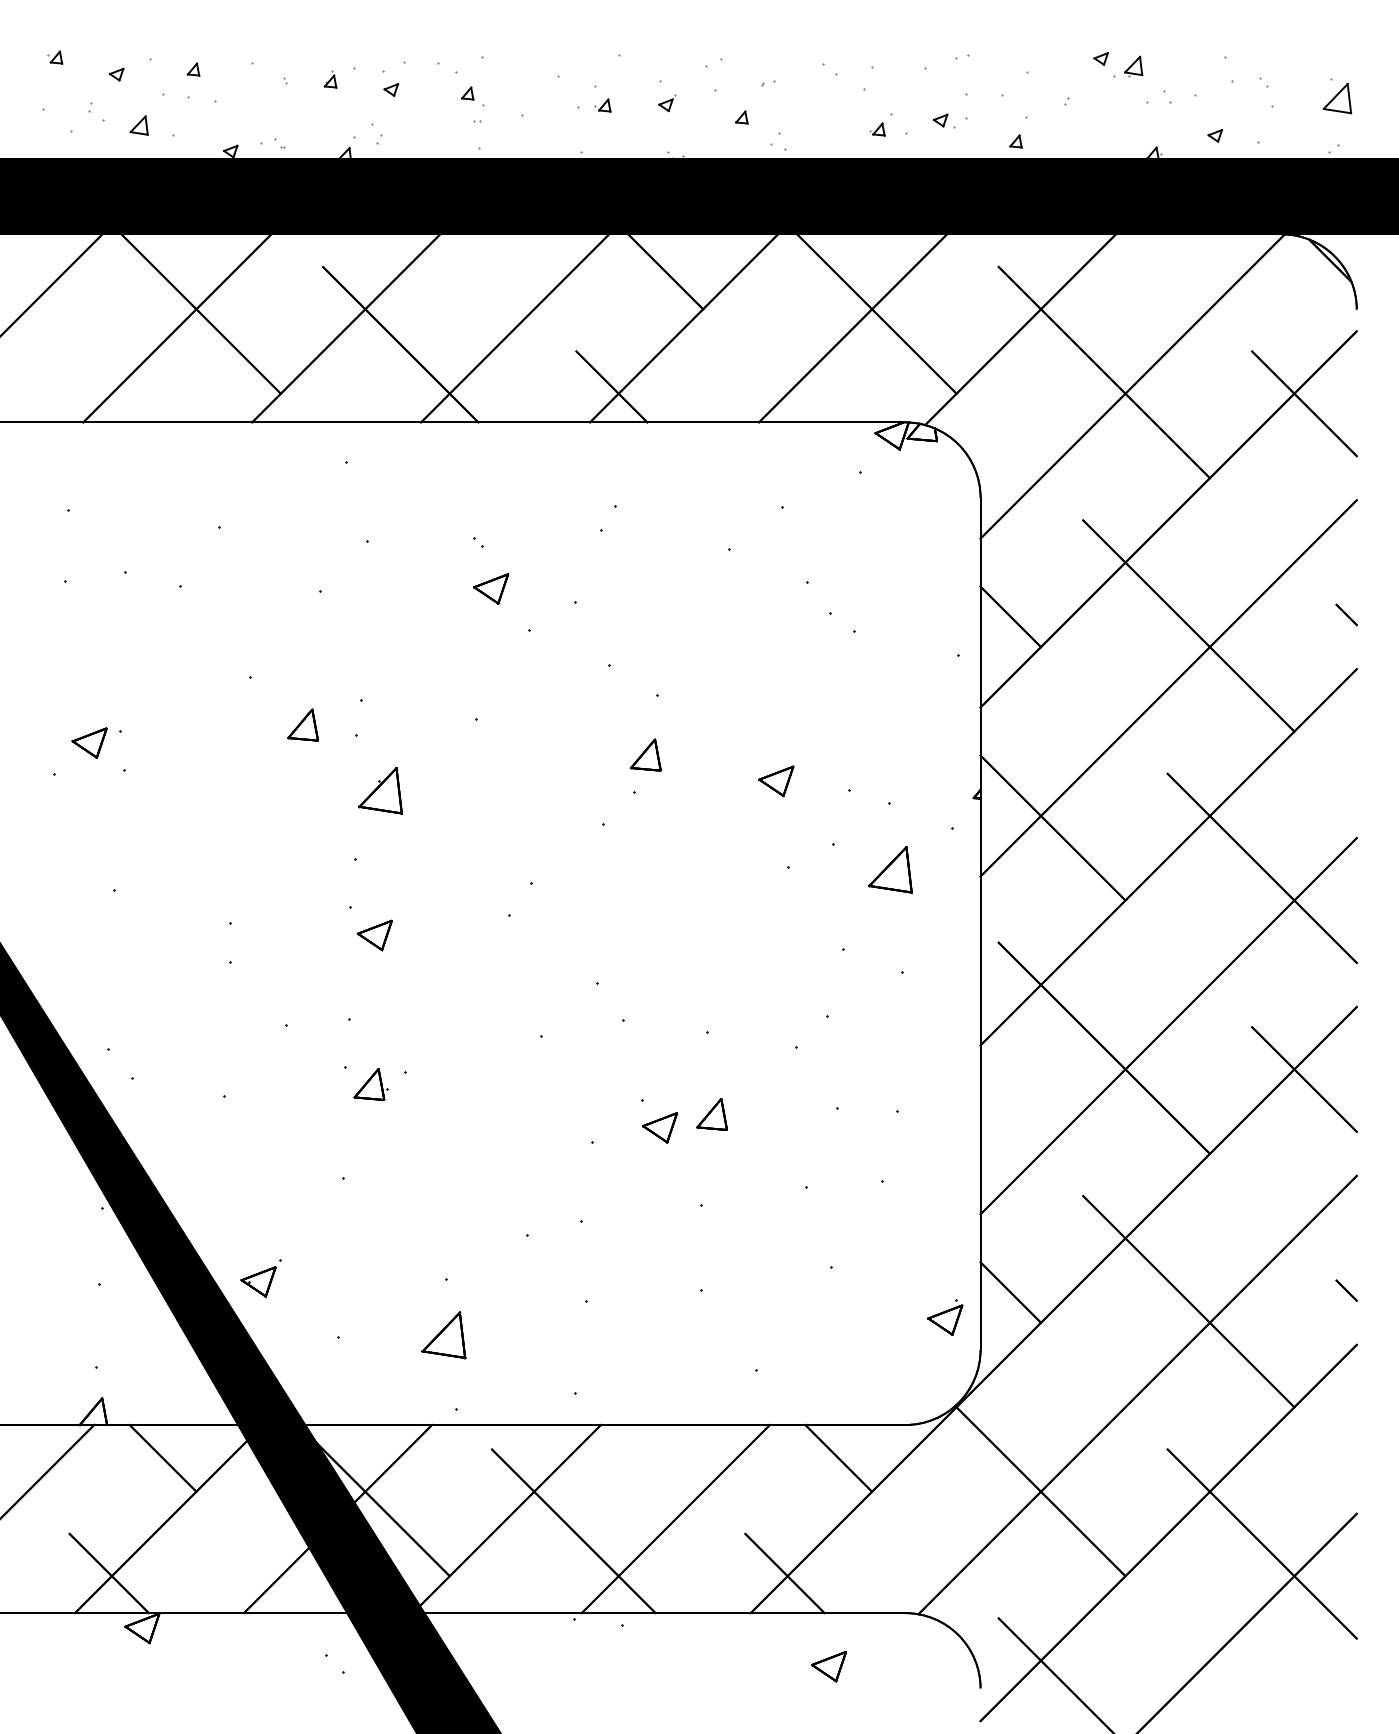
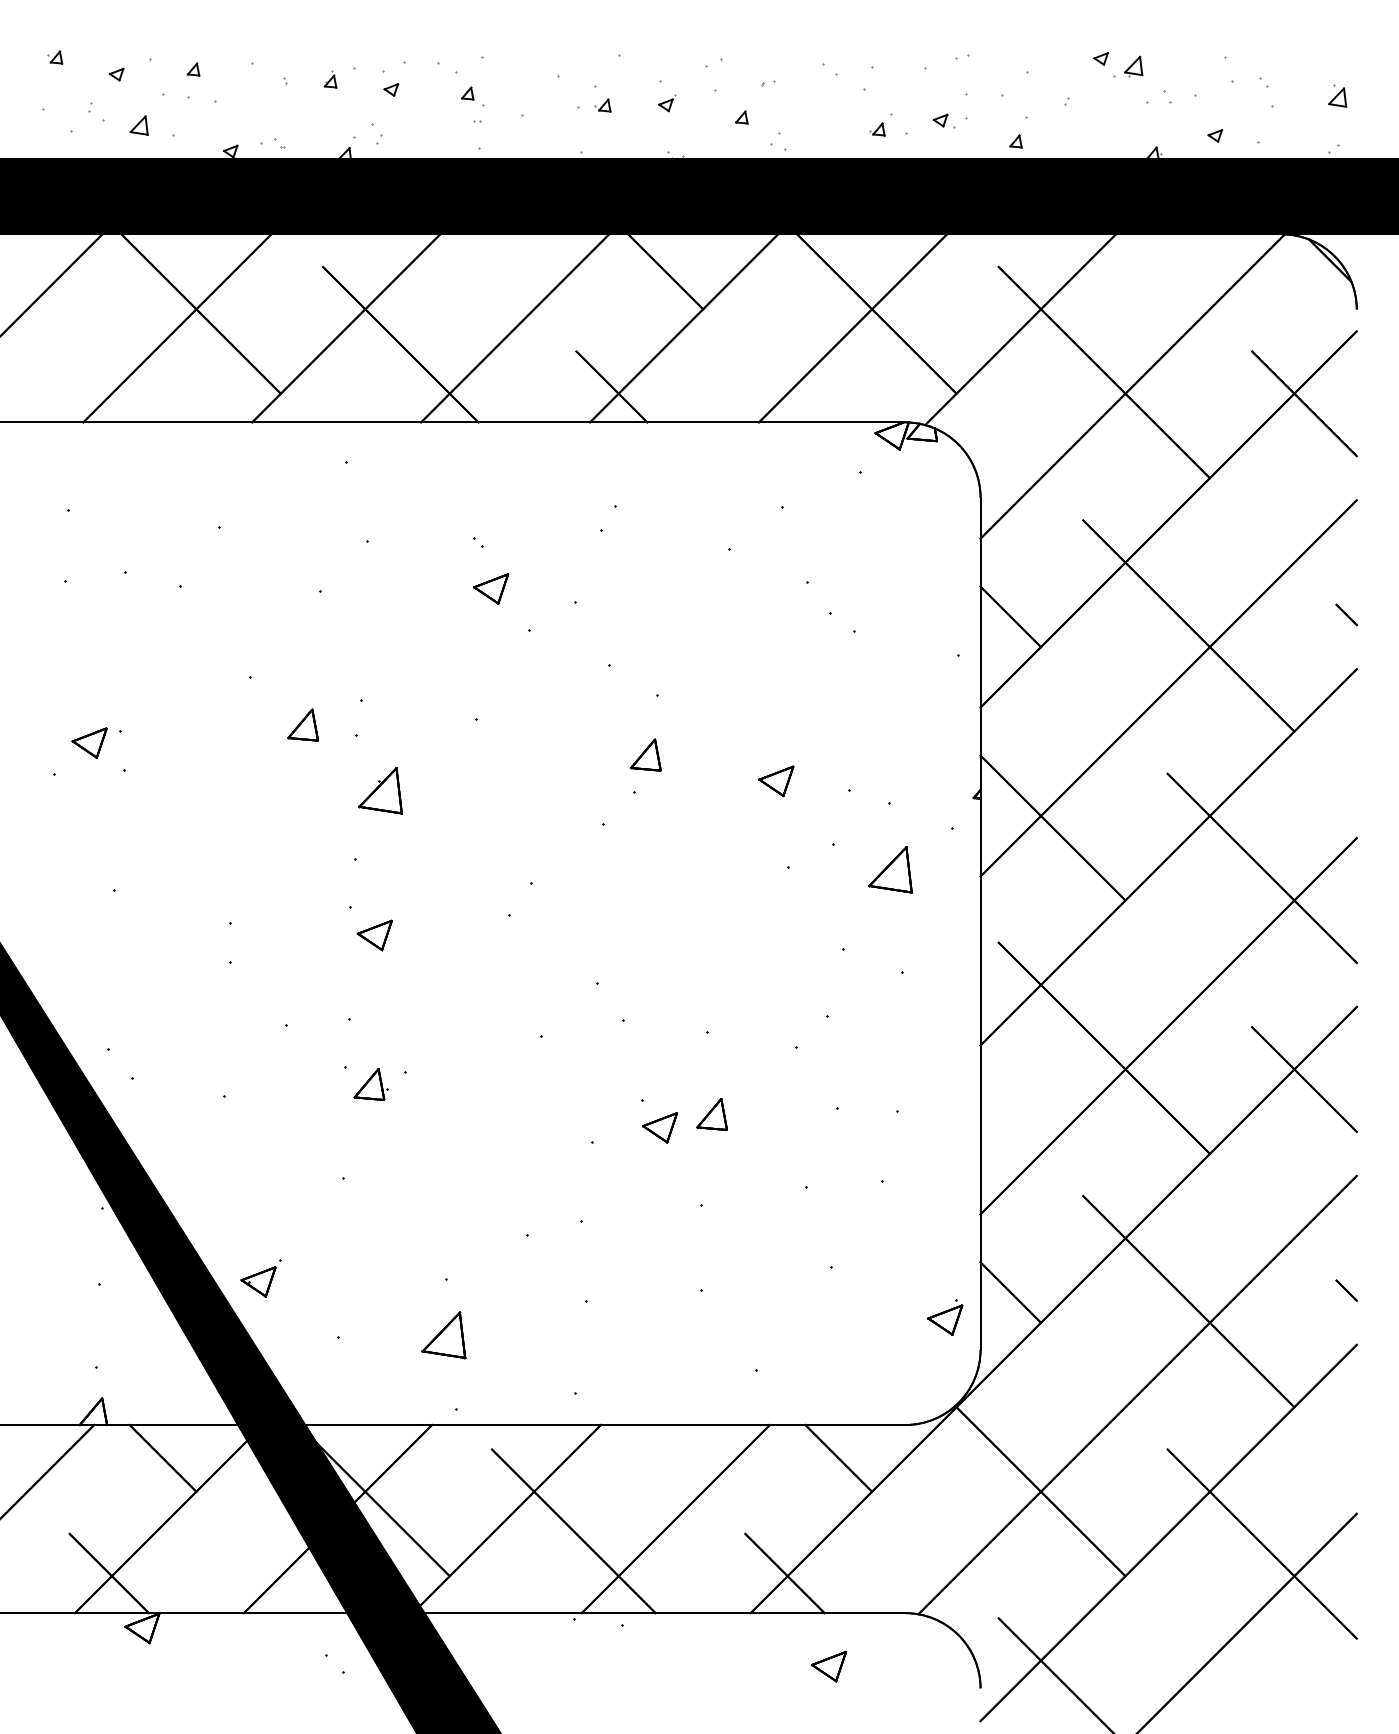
part at (1337, 96) size: 31x37 px -> 20x24 px
